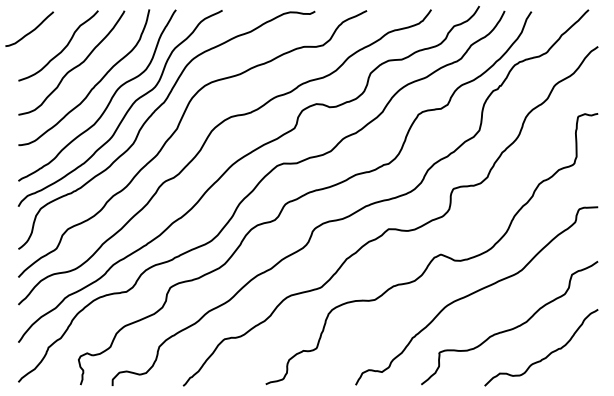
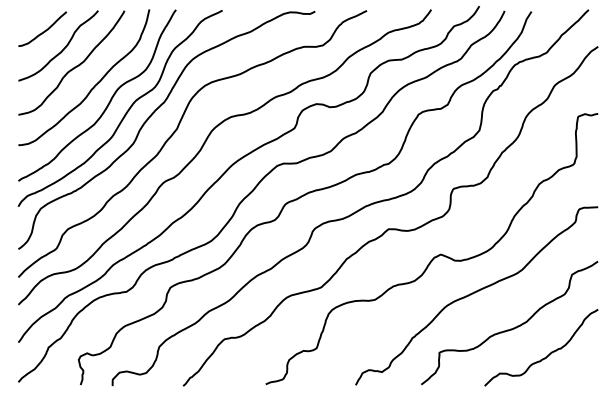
curve at (31, 30) position: (31, 30) -> (44, 30)
